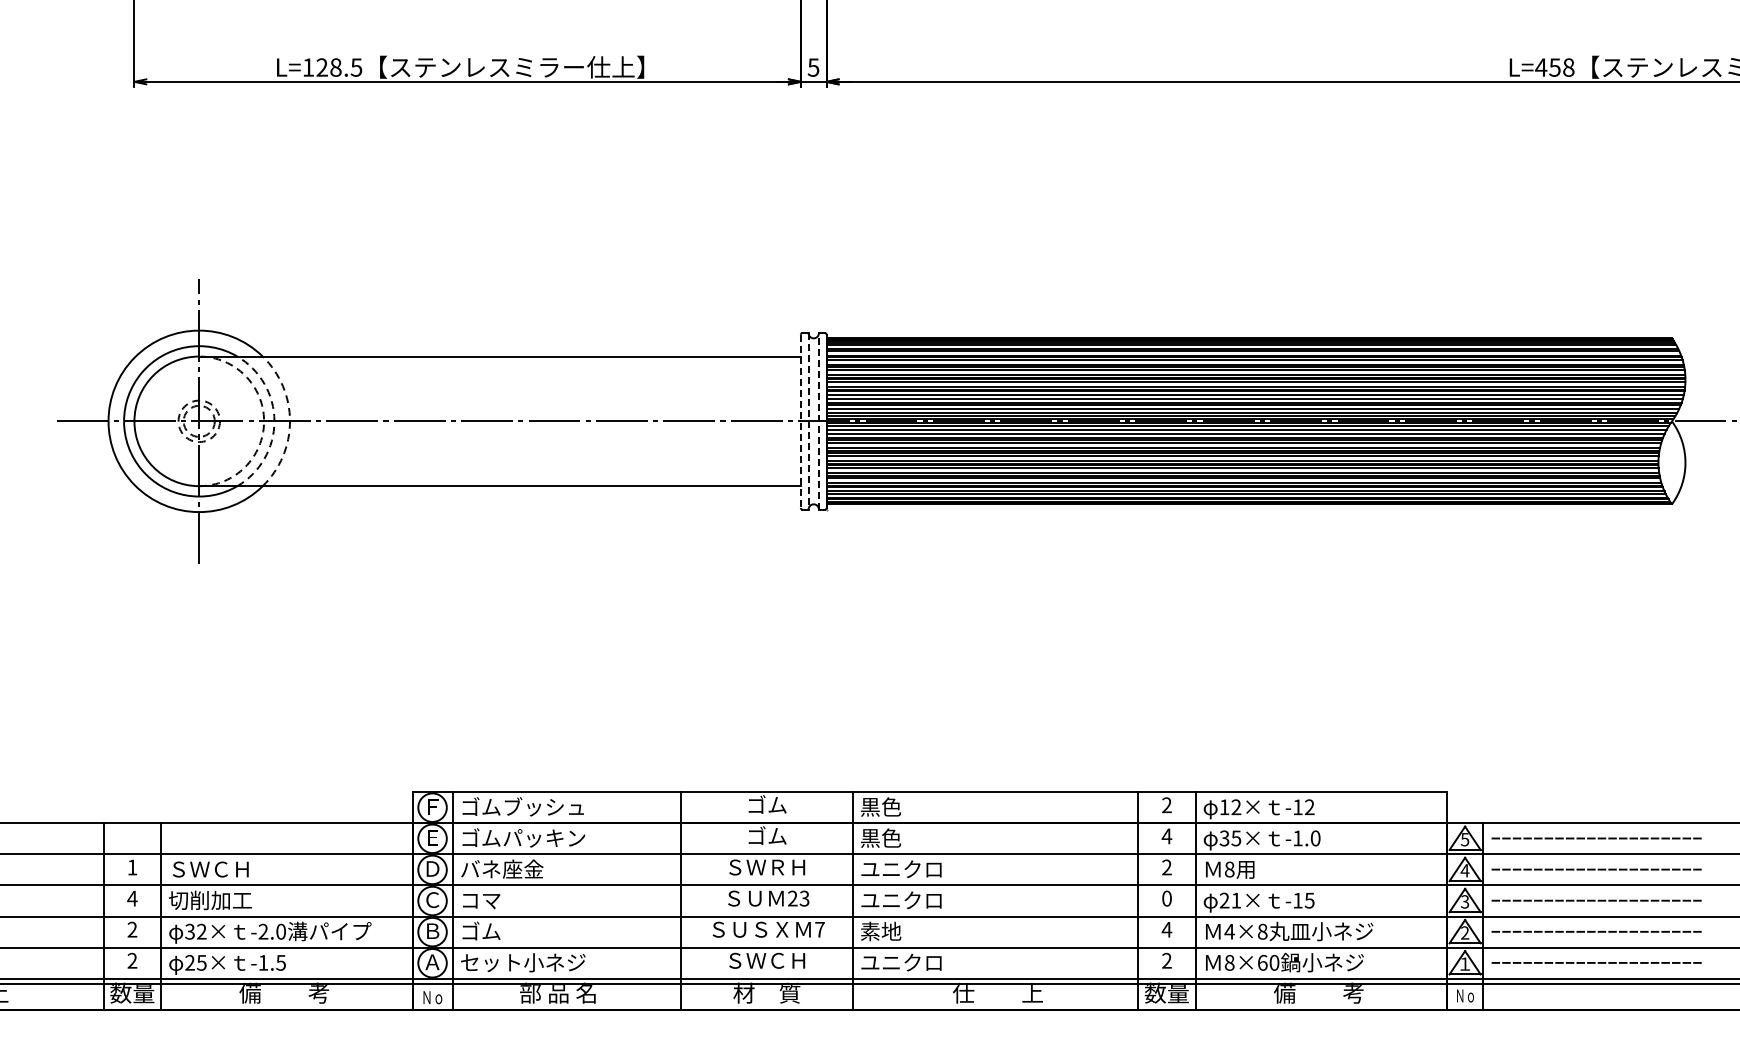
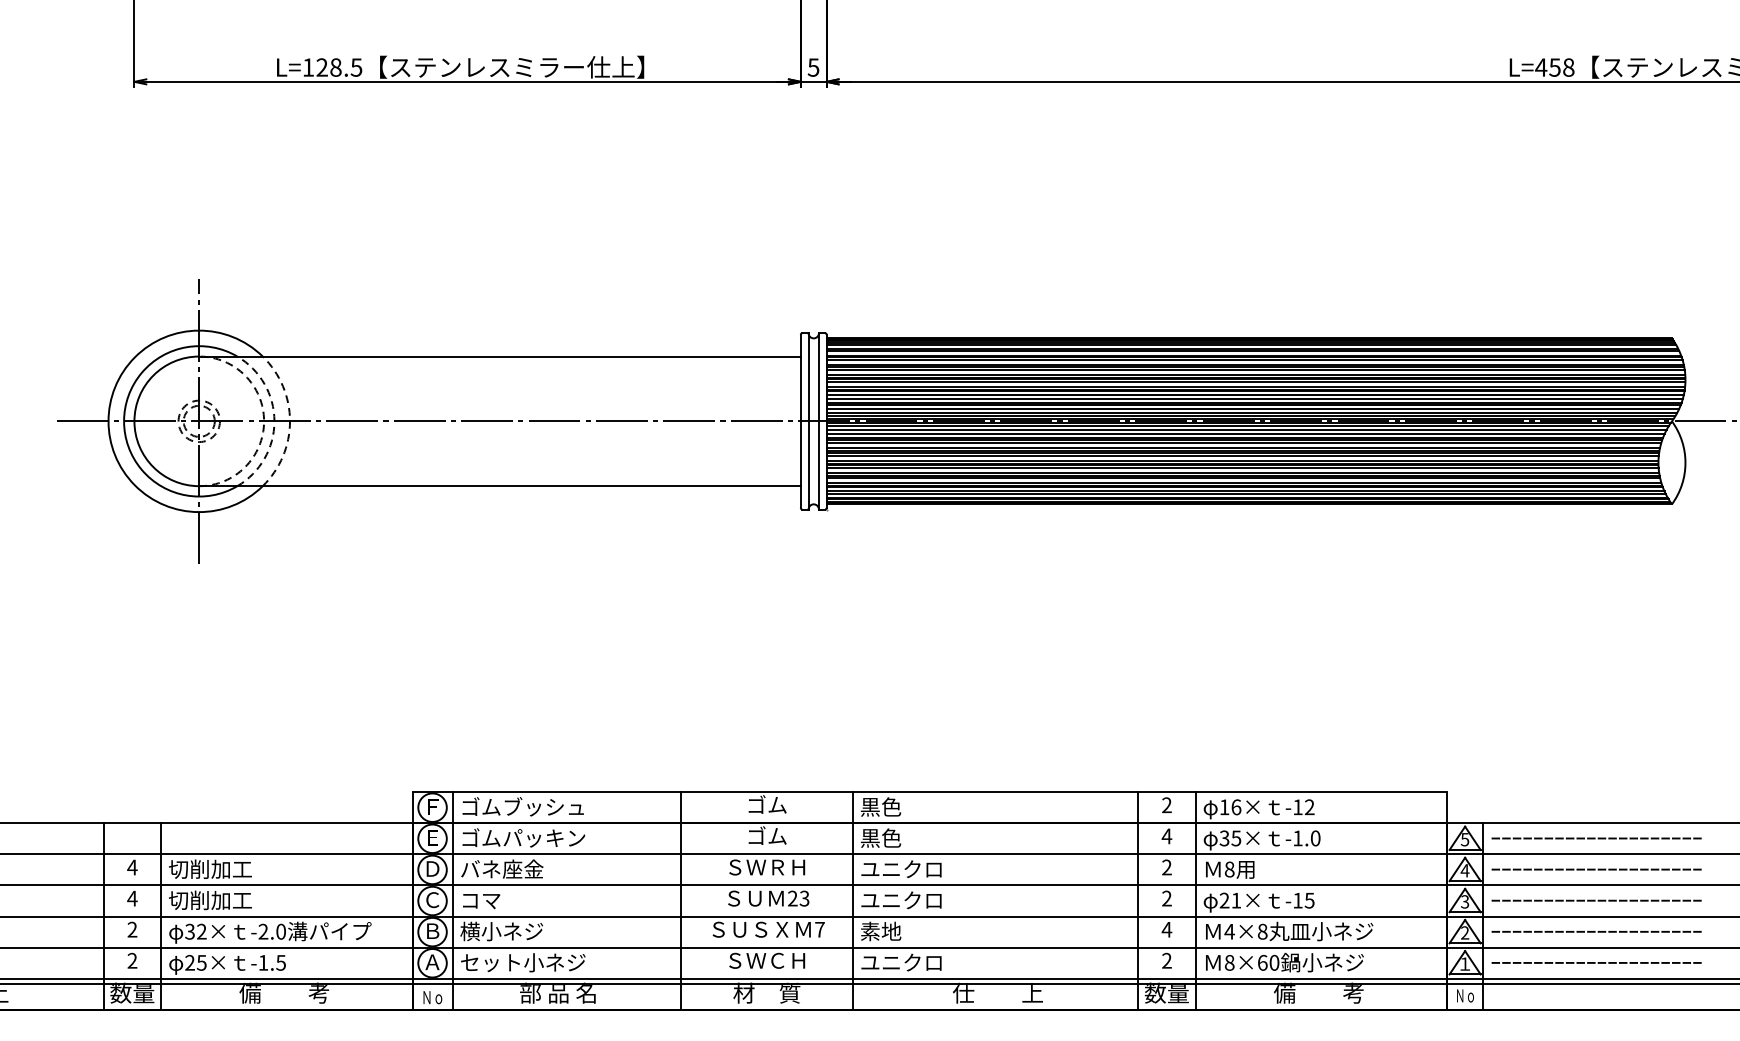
line at (818, 420): dashed -> solid
line at (800, 421): dashed -> solid
line at (808, 421): dashed -> solid
text at (1236, 807): 12× -> 16×
text at (132, 867): 1 -> 4
text at (209, 868): ＳＷＣＨ -> 切削加工
text at (1166, 898): 0 -> 2
text at (501, 931): ゴム -> 横小ネジ
